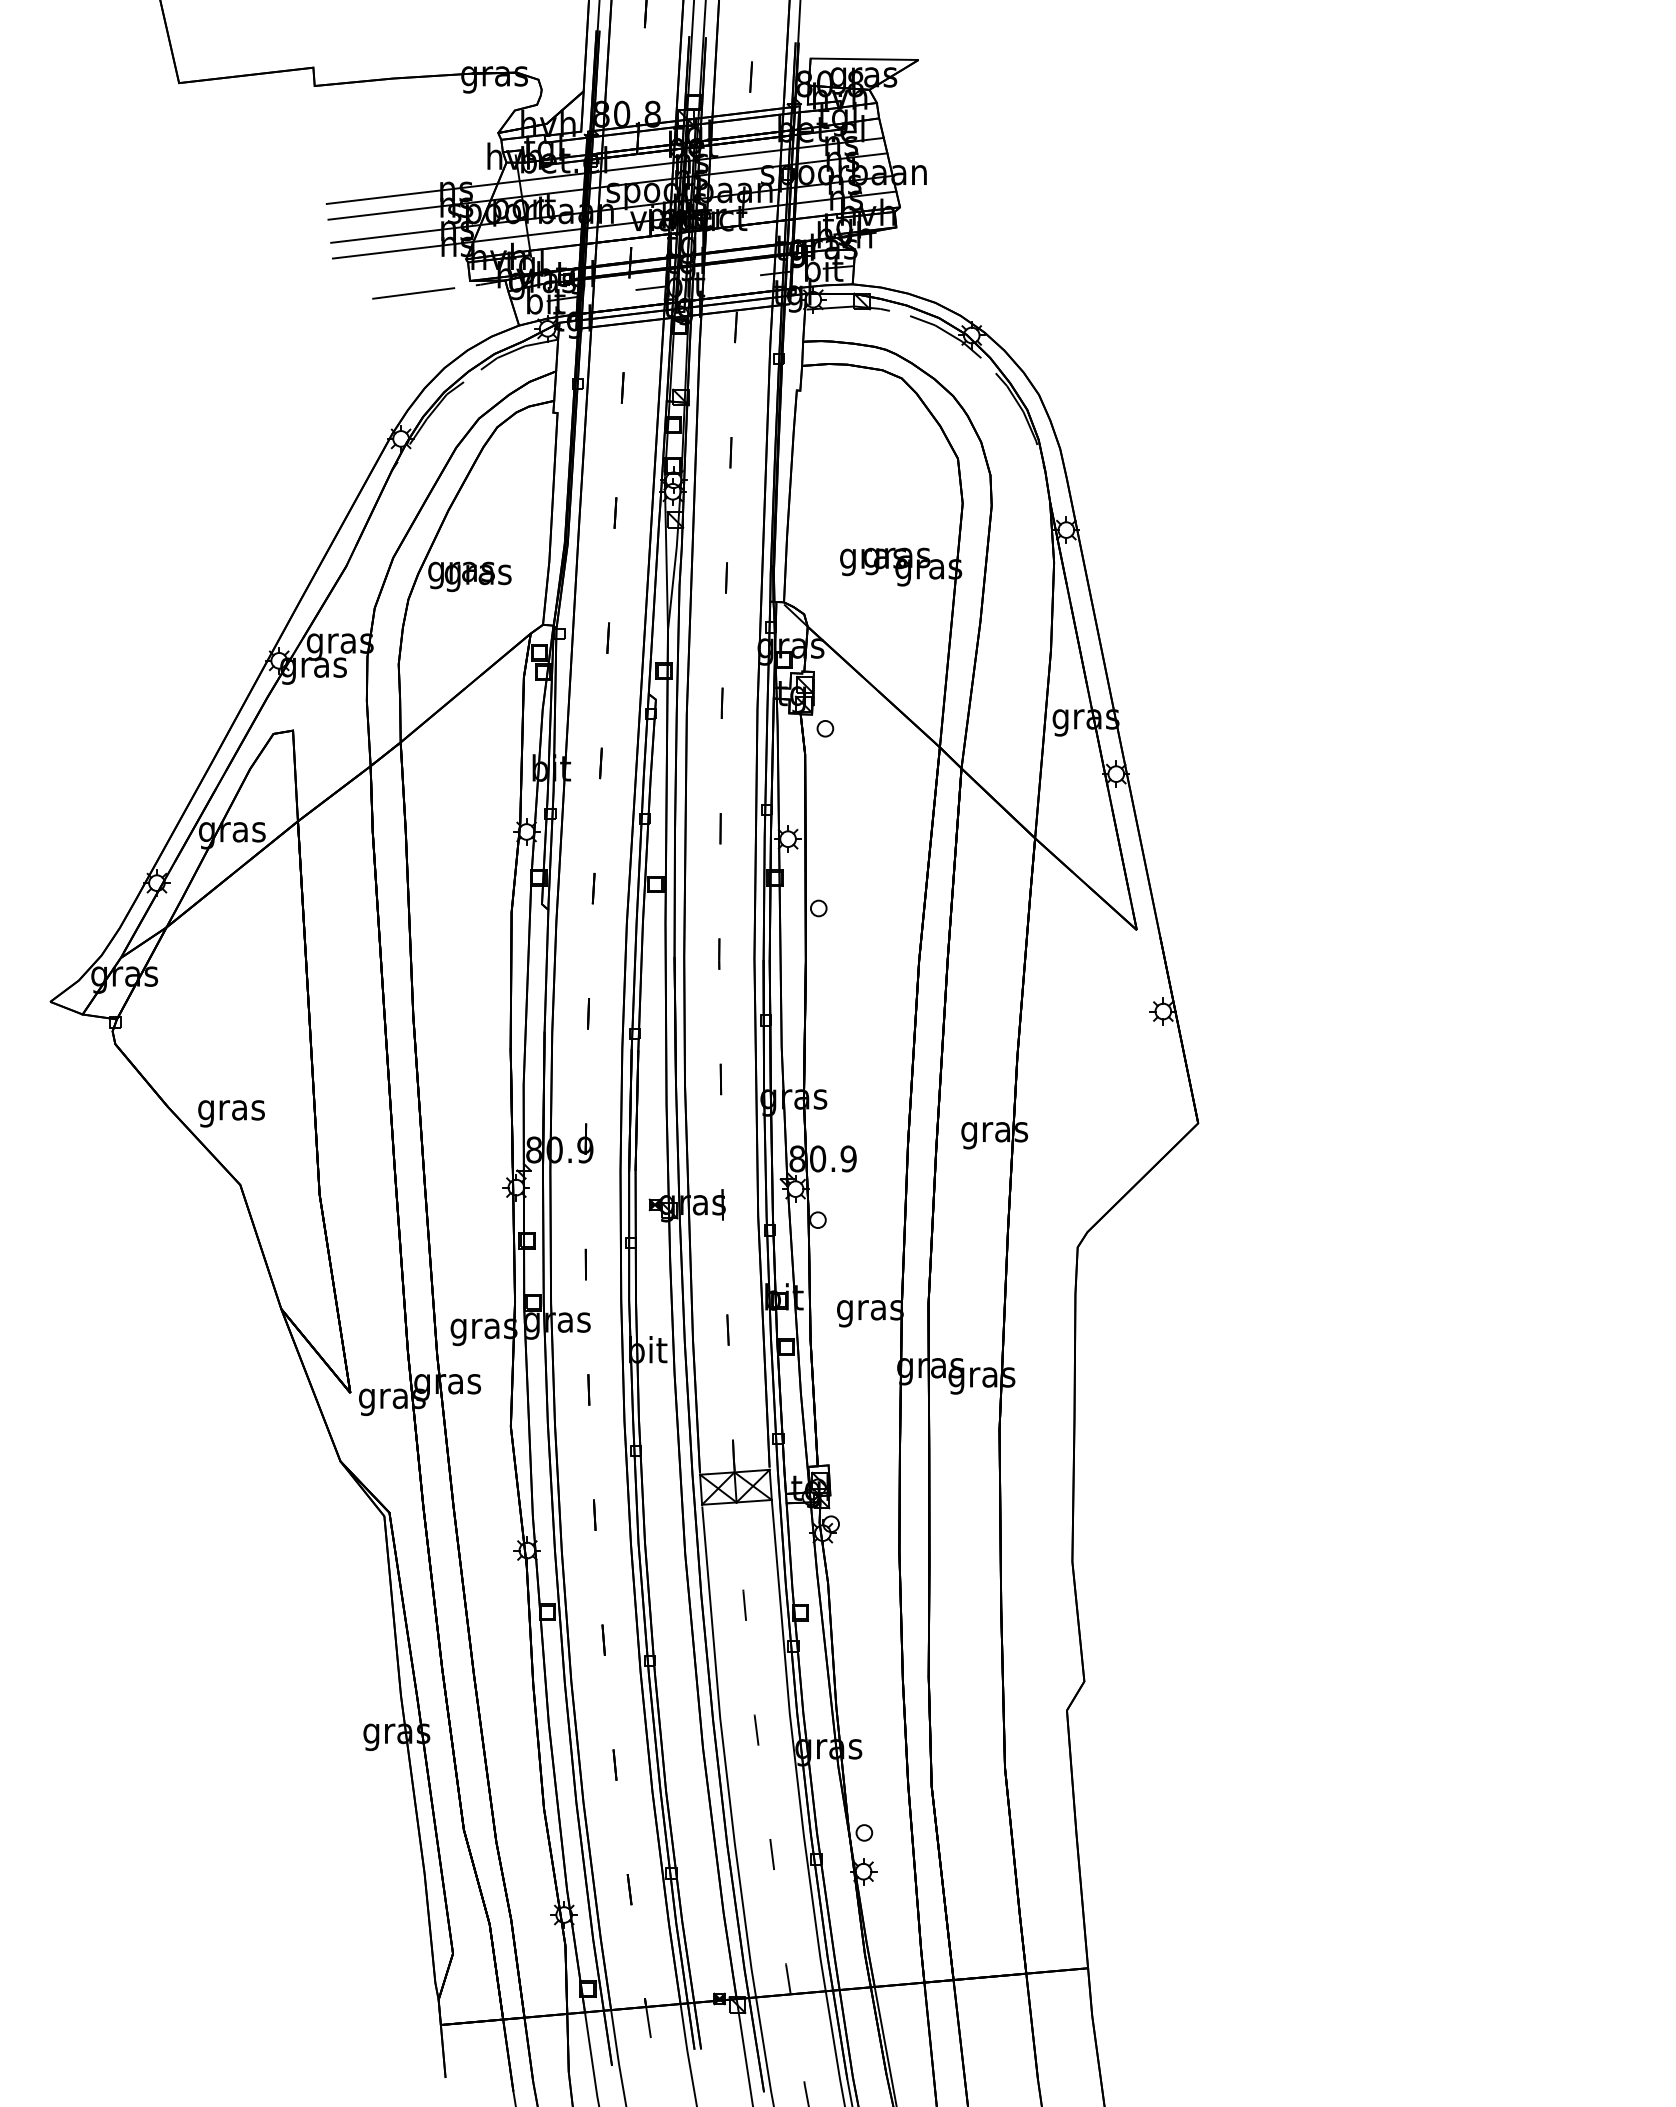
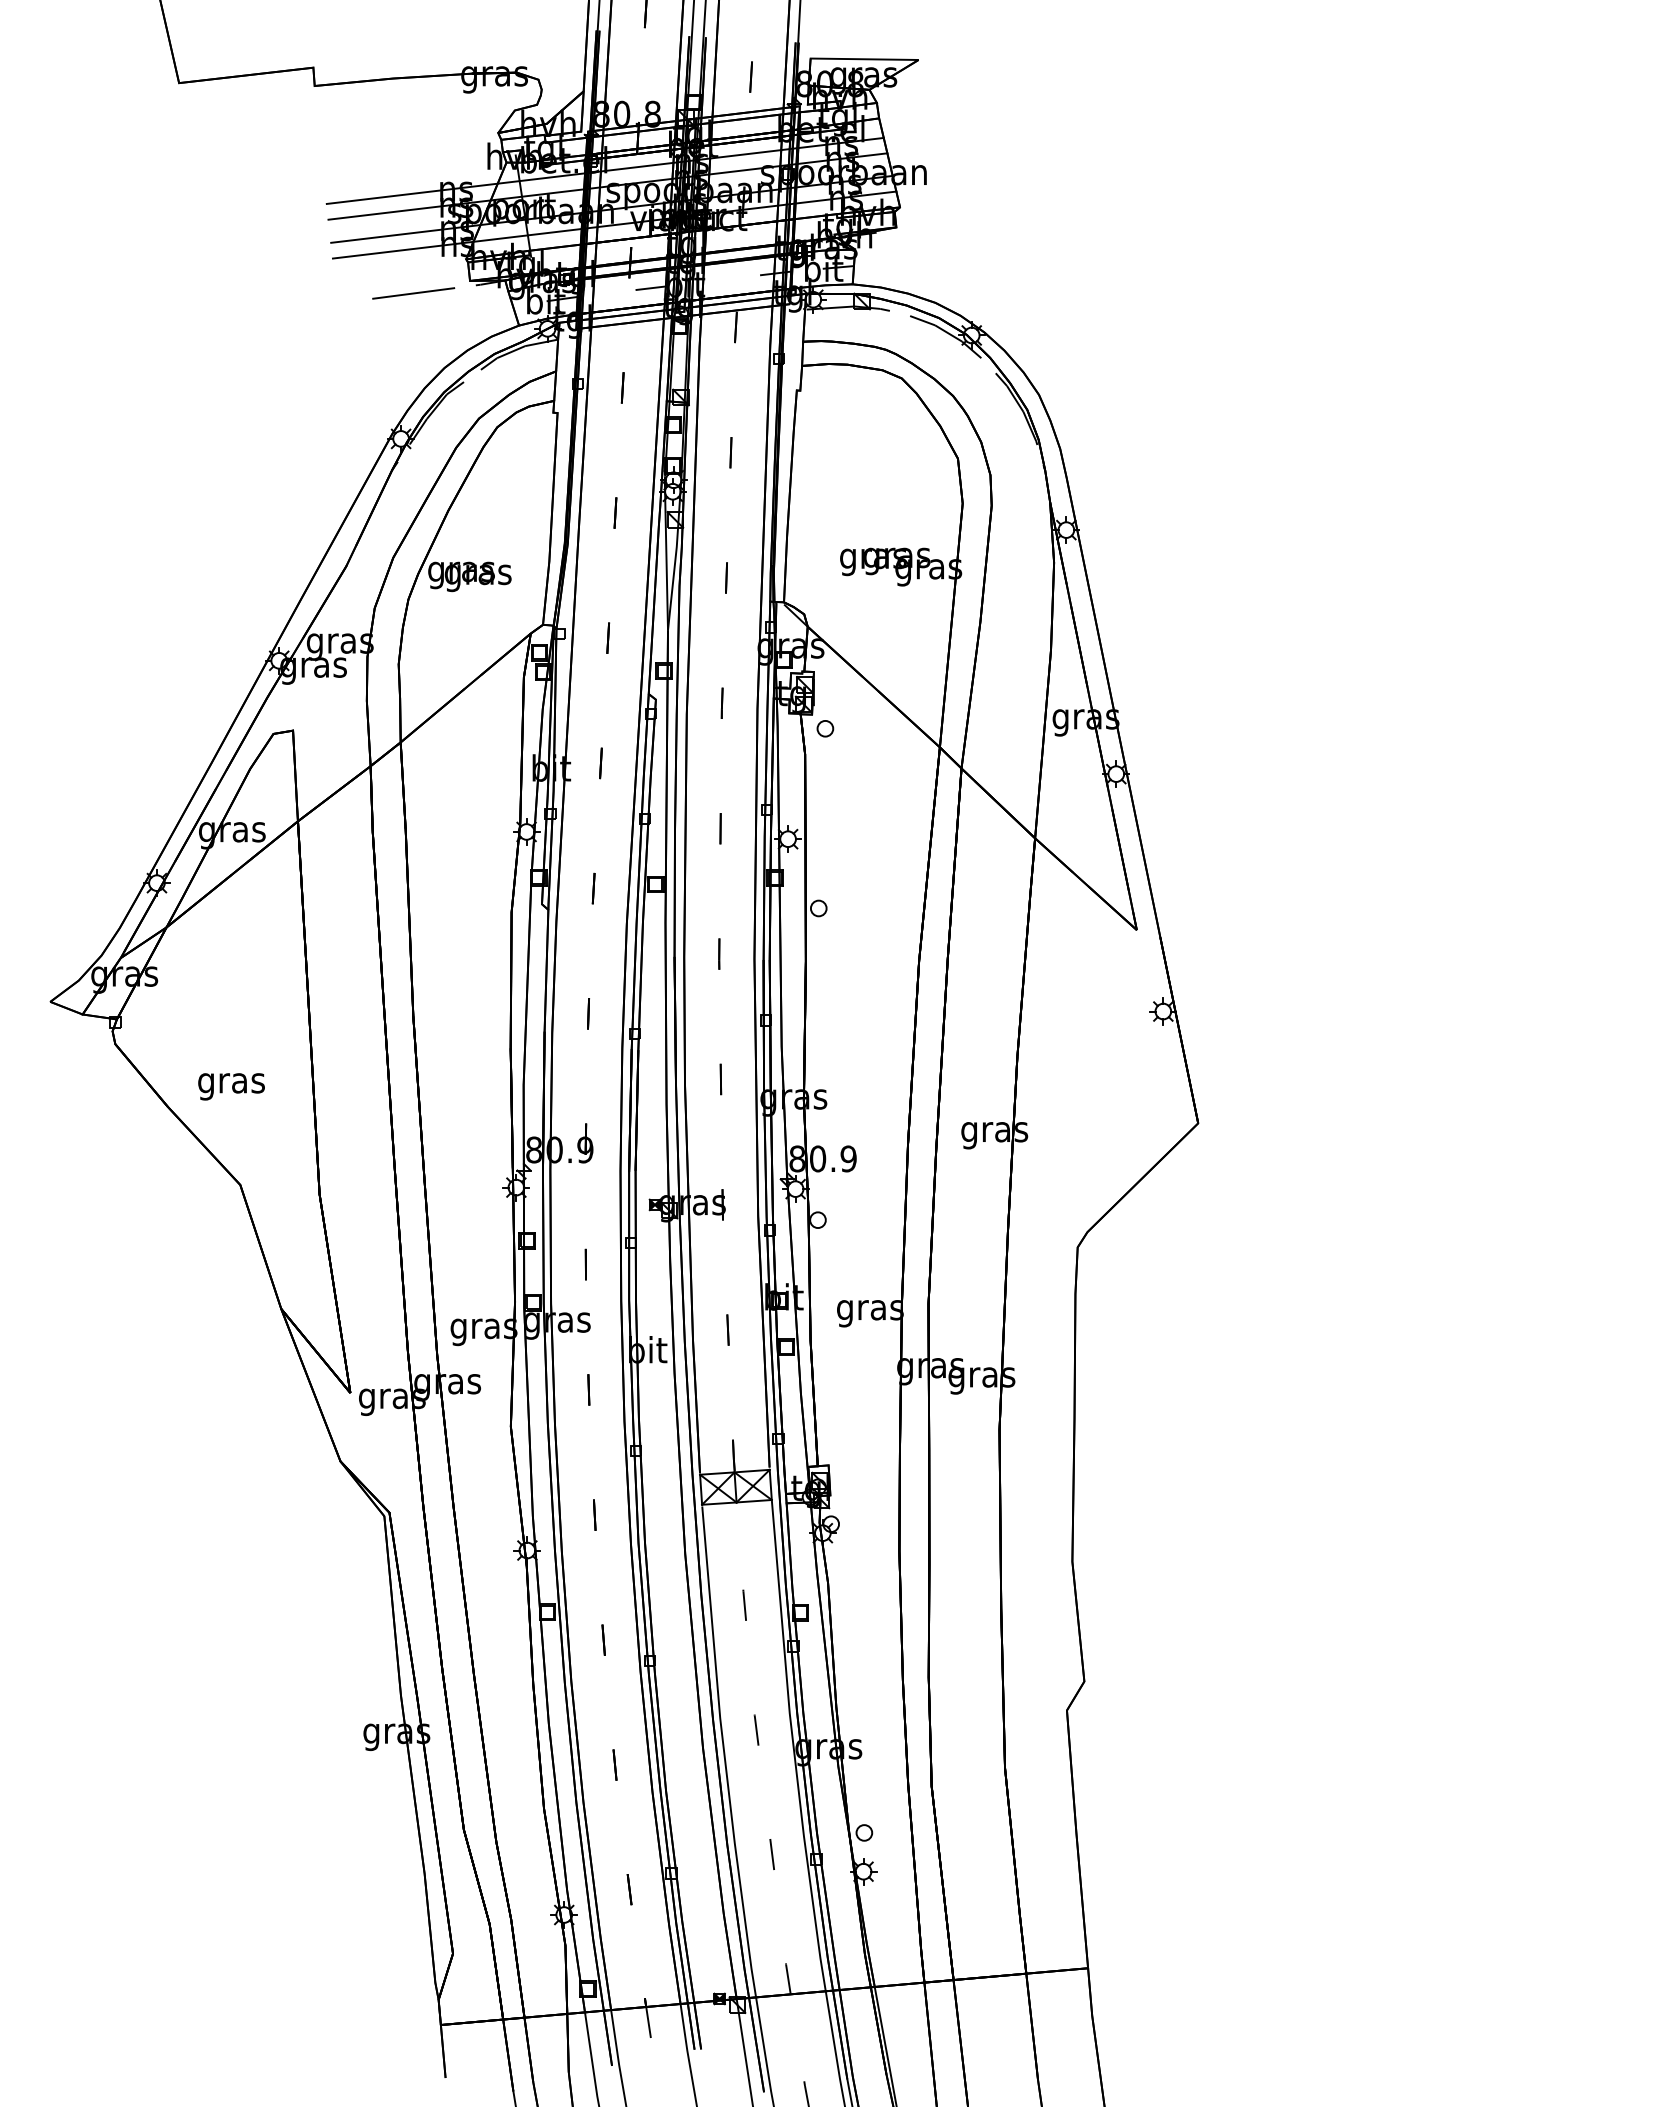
text at (231, 1113) position: (231, 1113) -> (231, 1086)
